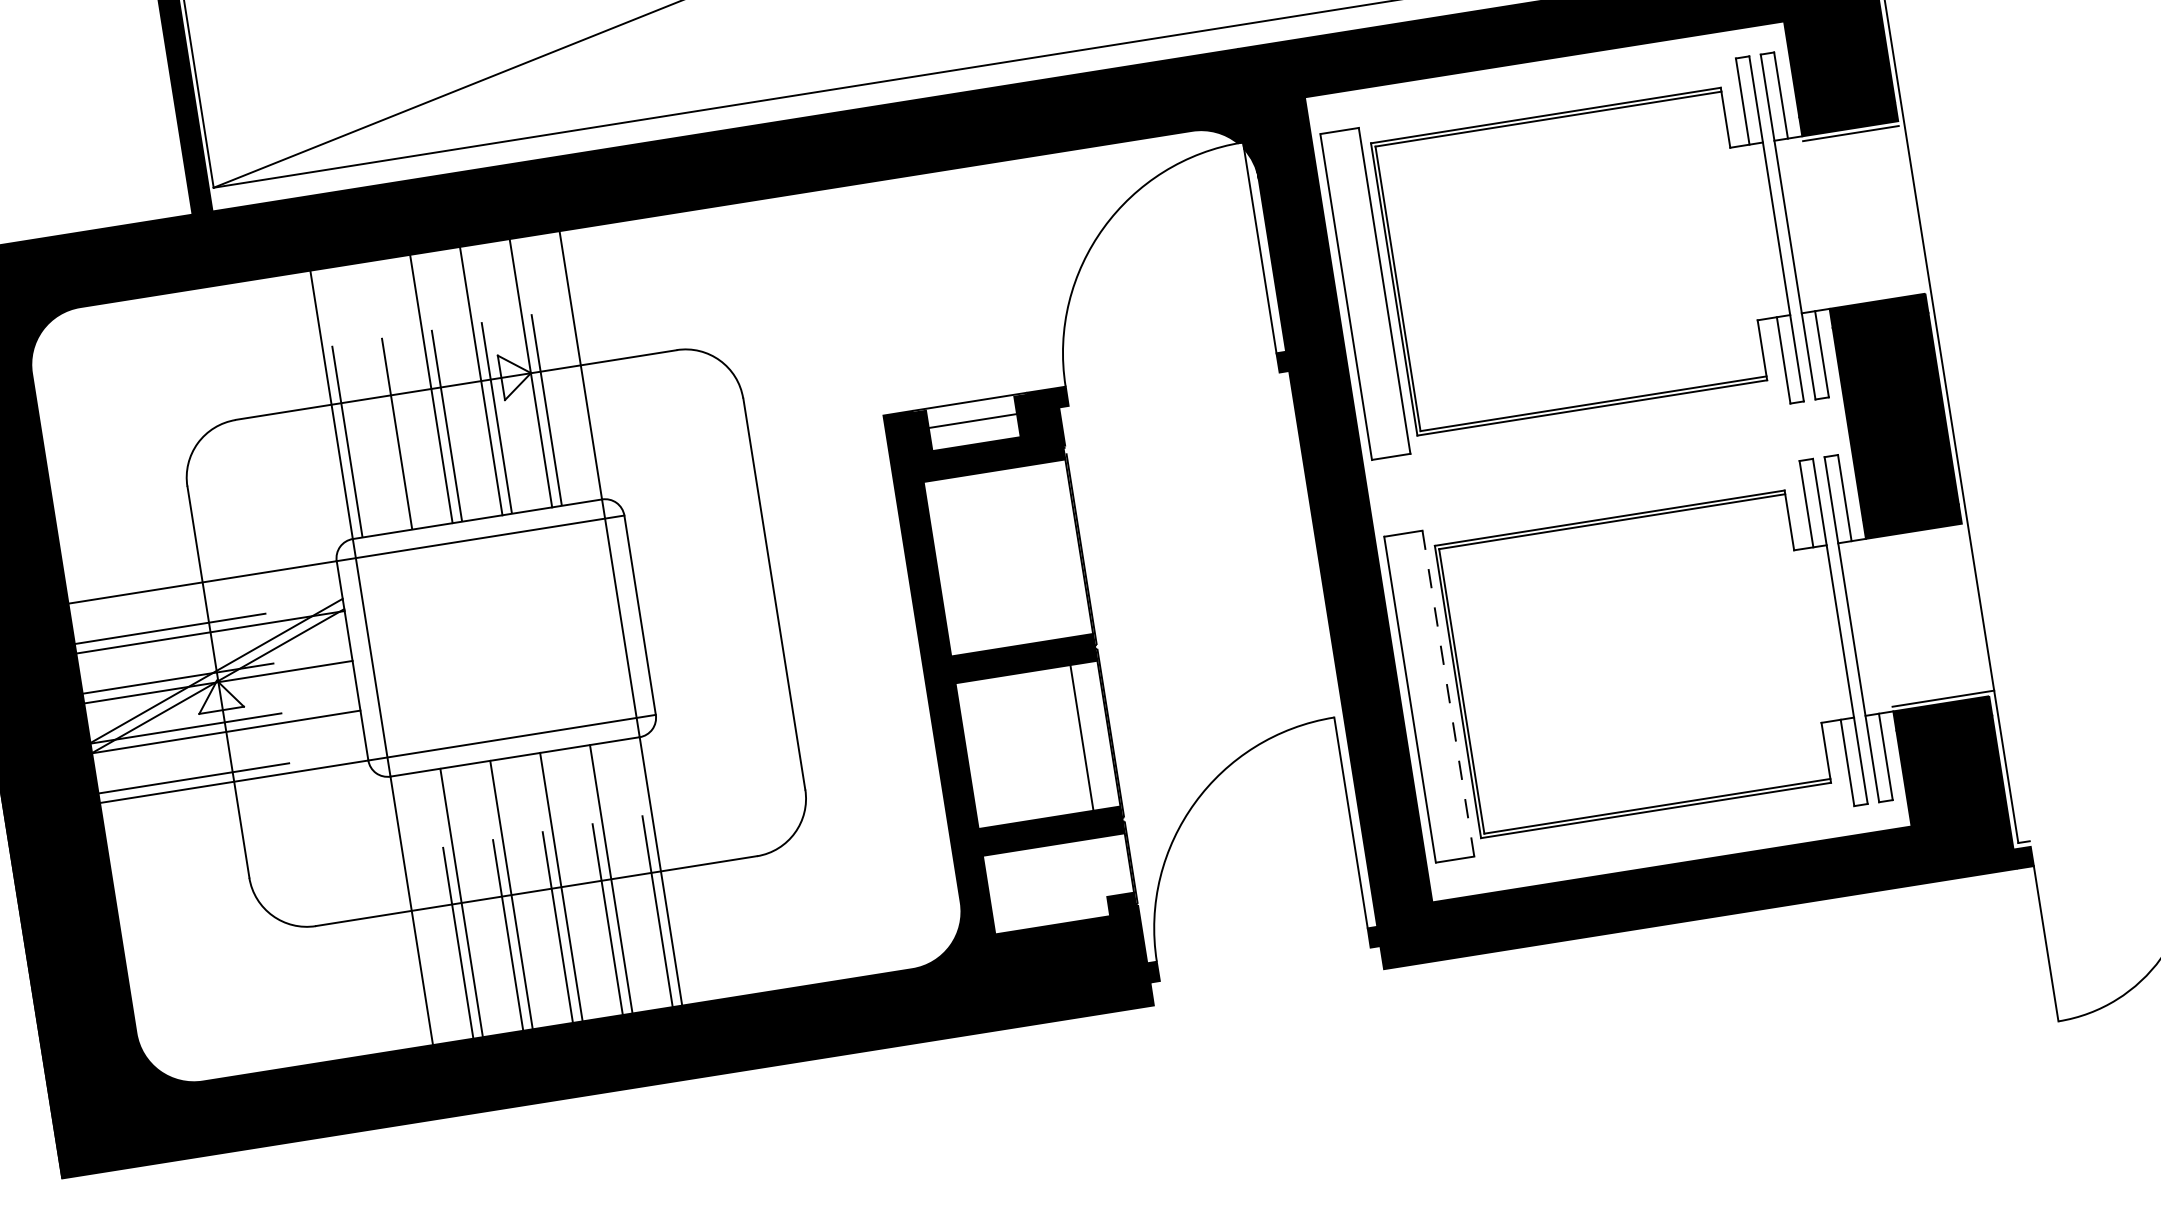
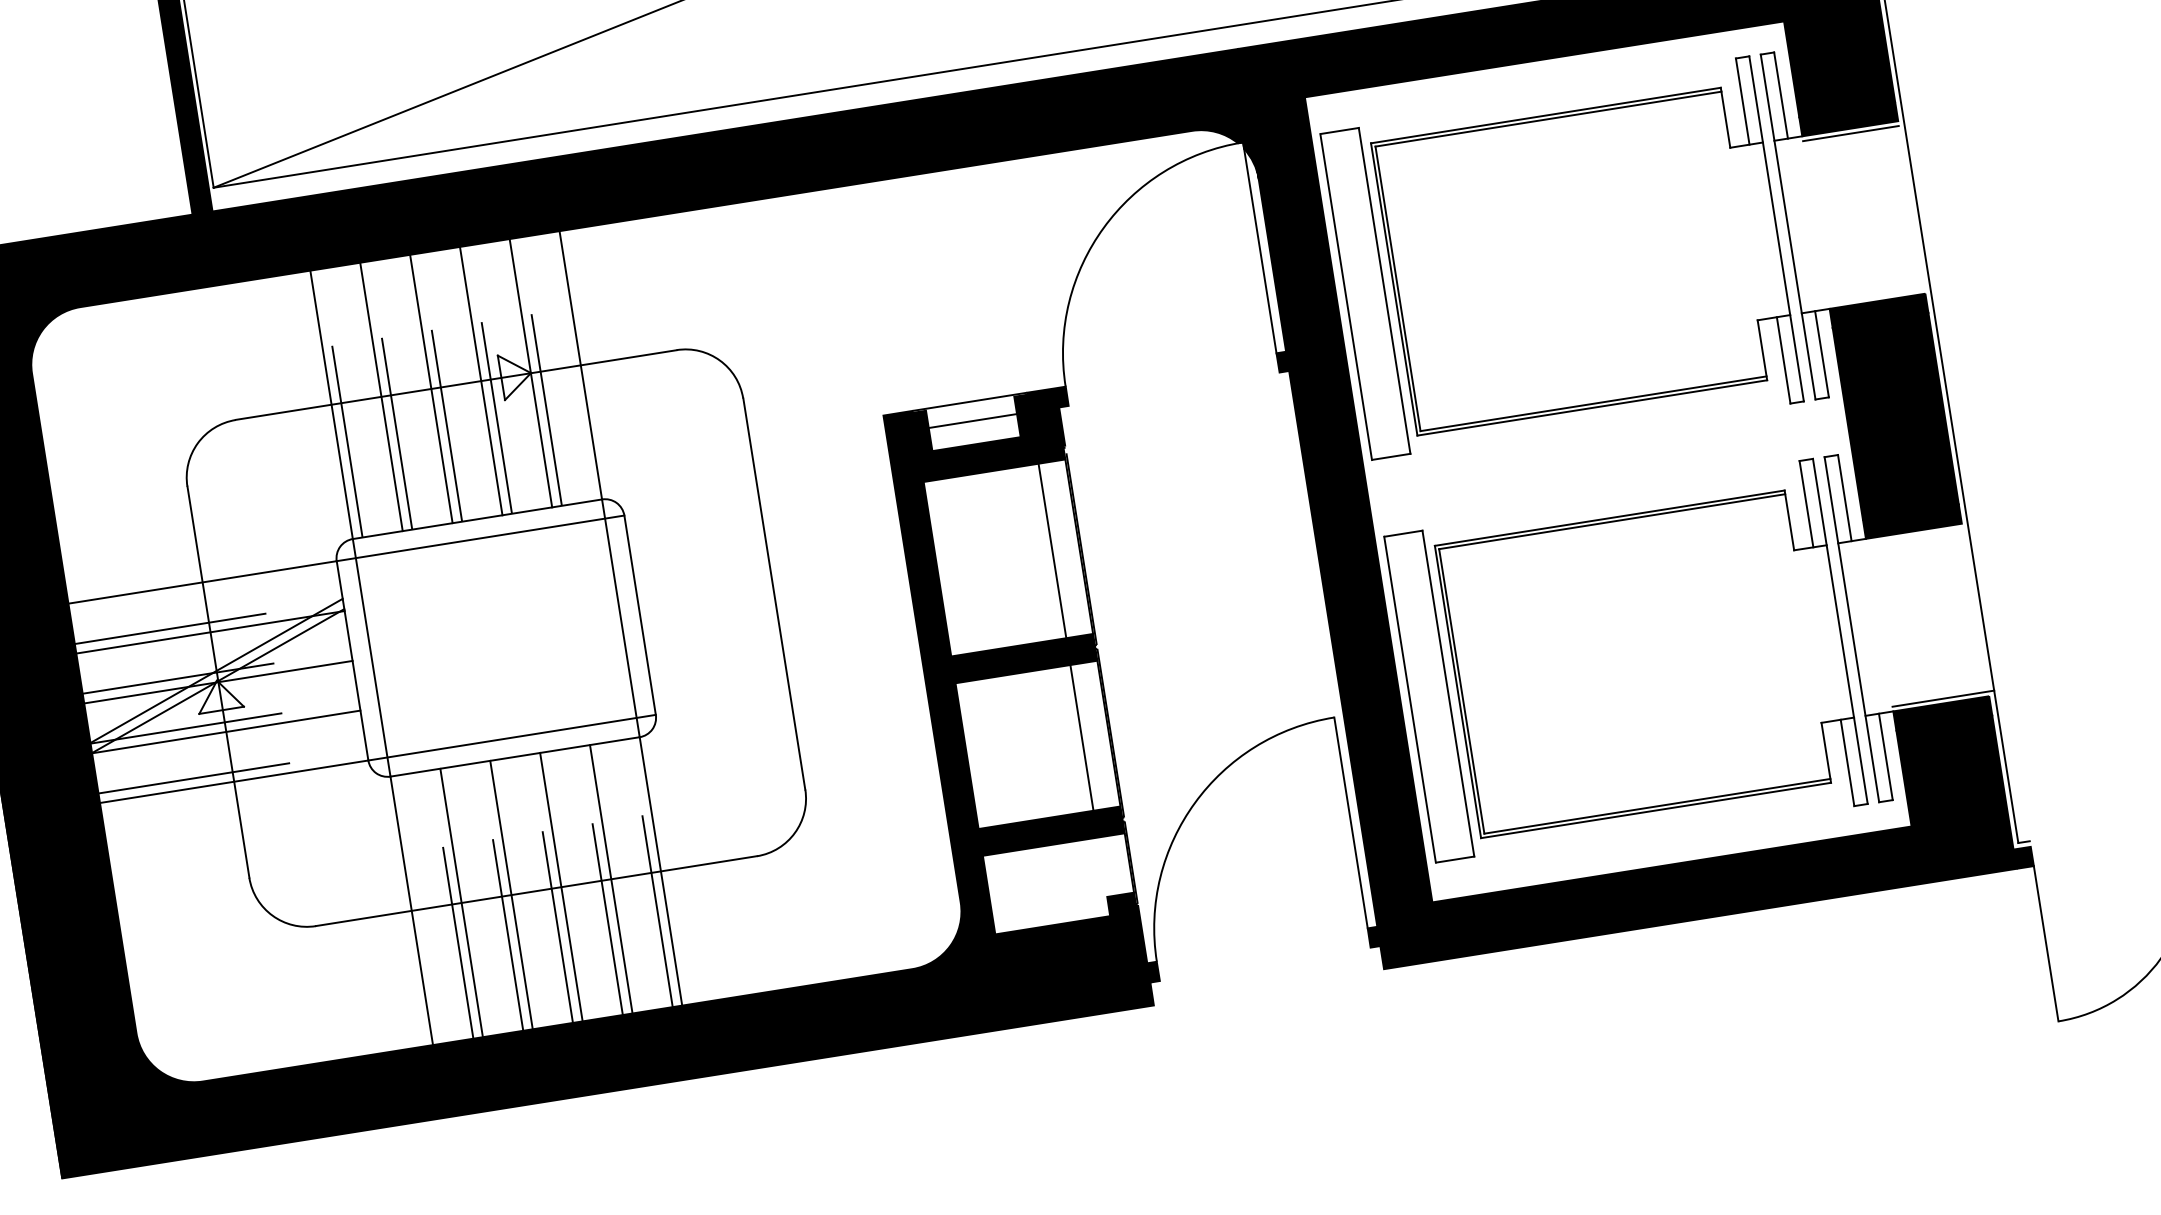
line at (381, 396): none -> present
line at (1052, 550): none -> present
line at (1448, 693): dashed -> solid
